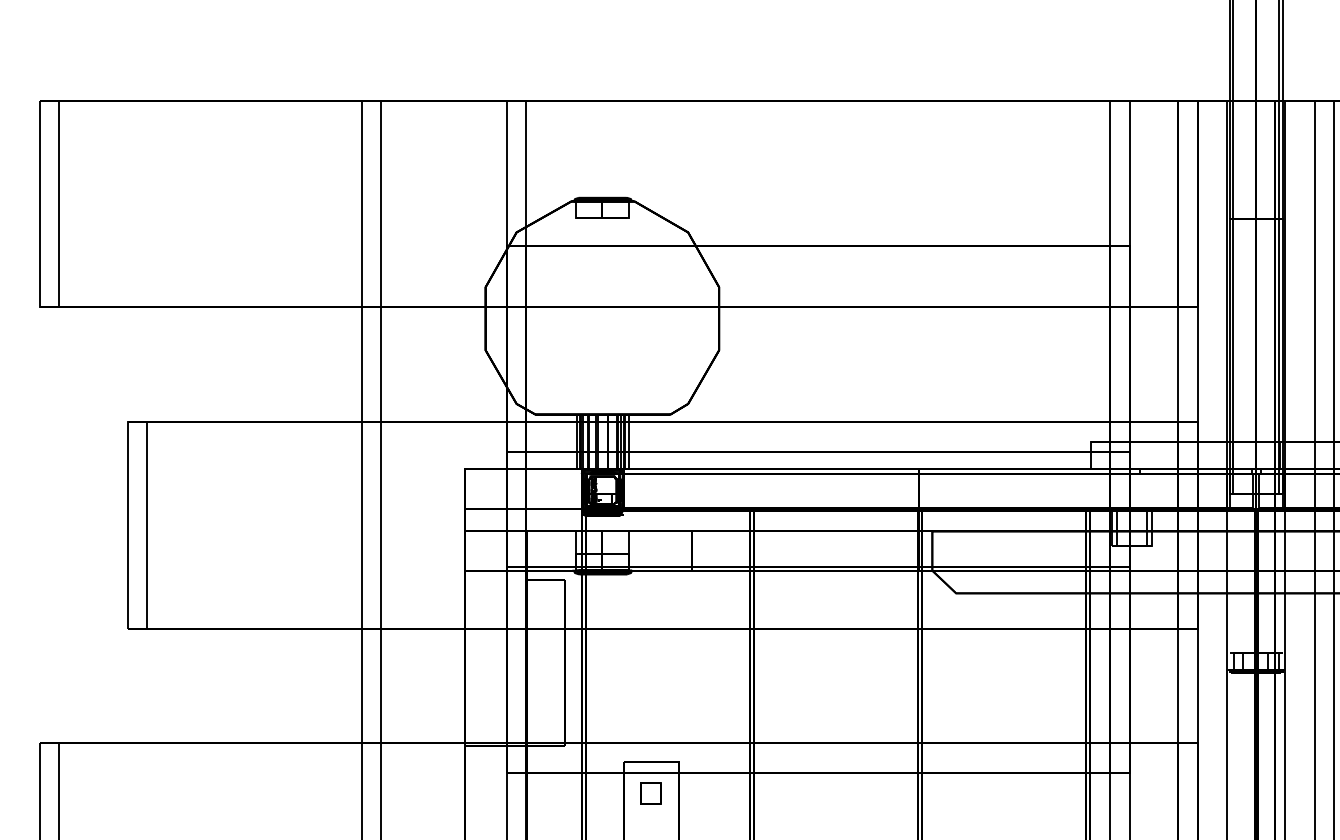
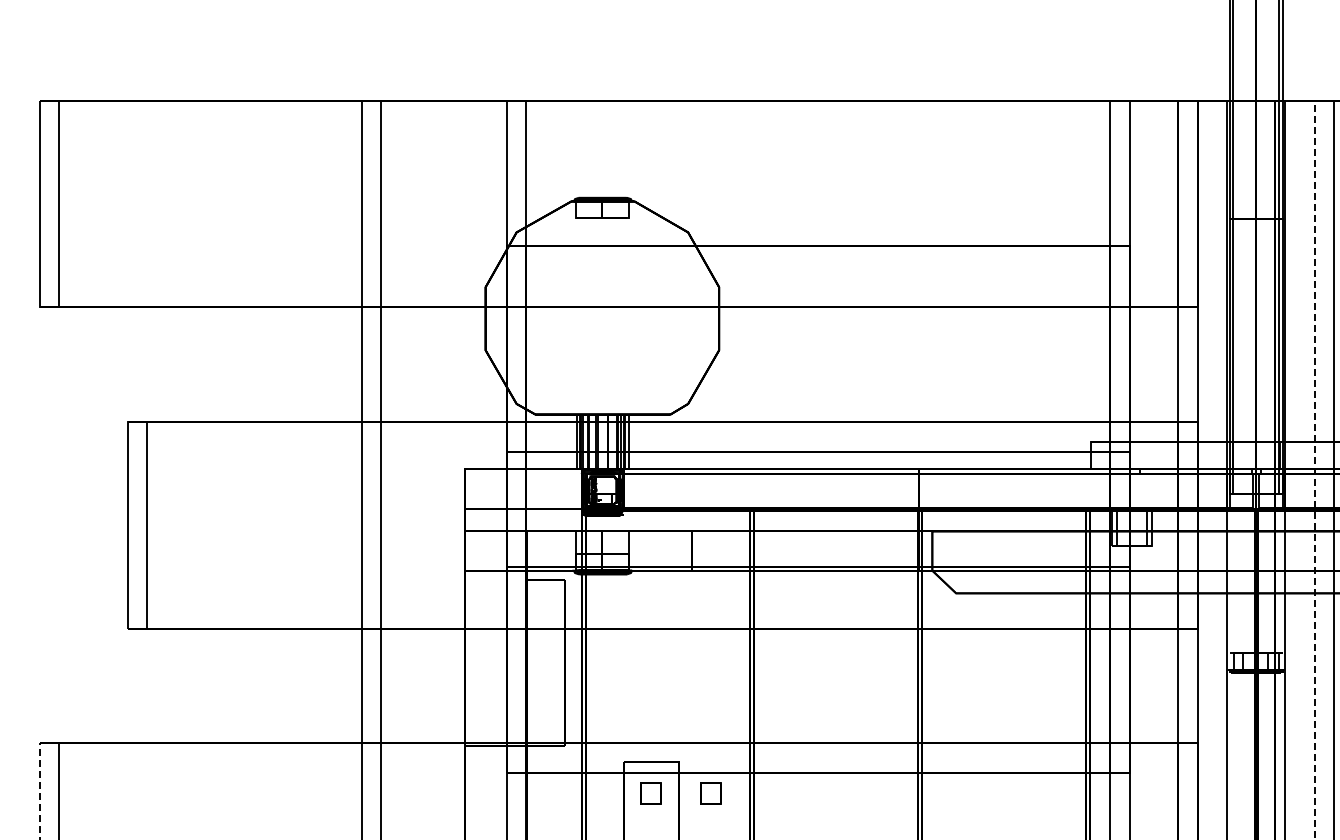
line at (1314, 440): solid -> dashed
line at (40, 791): solid -> dashed
part at (710, 793): none -> present
